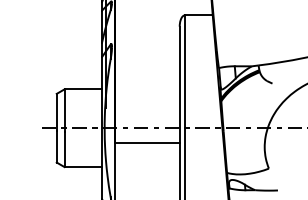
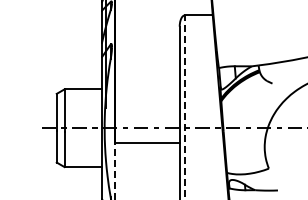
line at (184, 107): solid -> dashed
line at (115, 170): solid -> dashed
